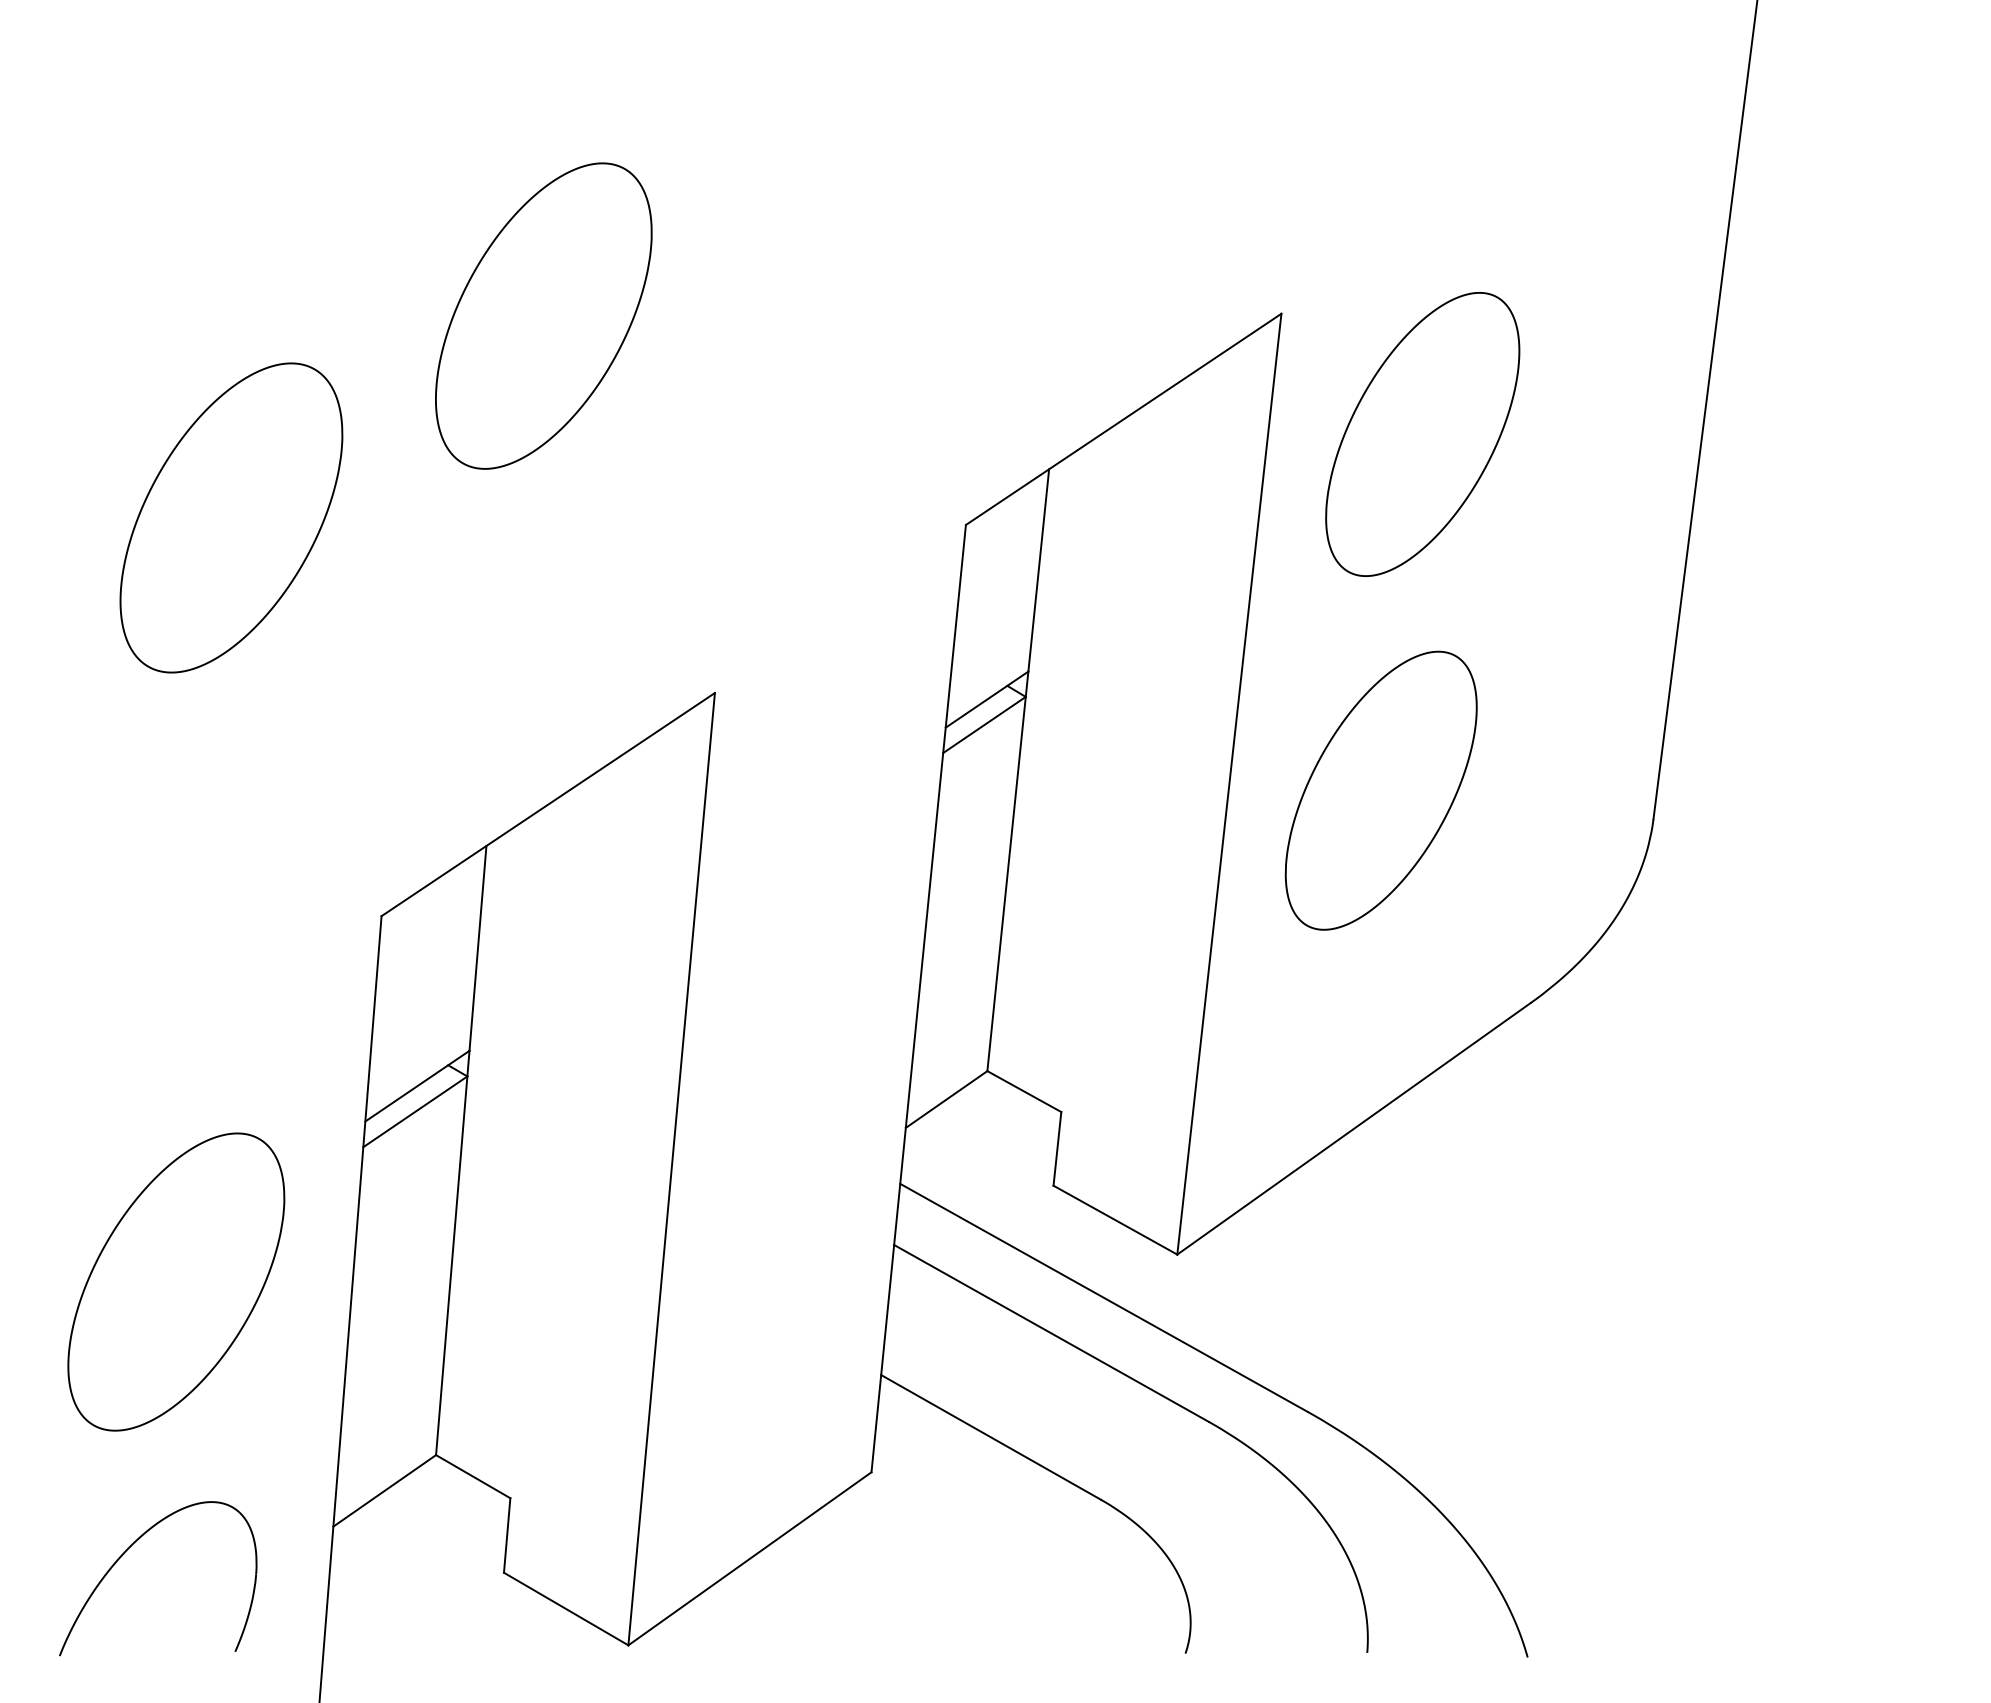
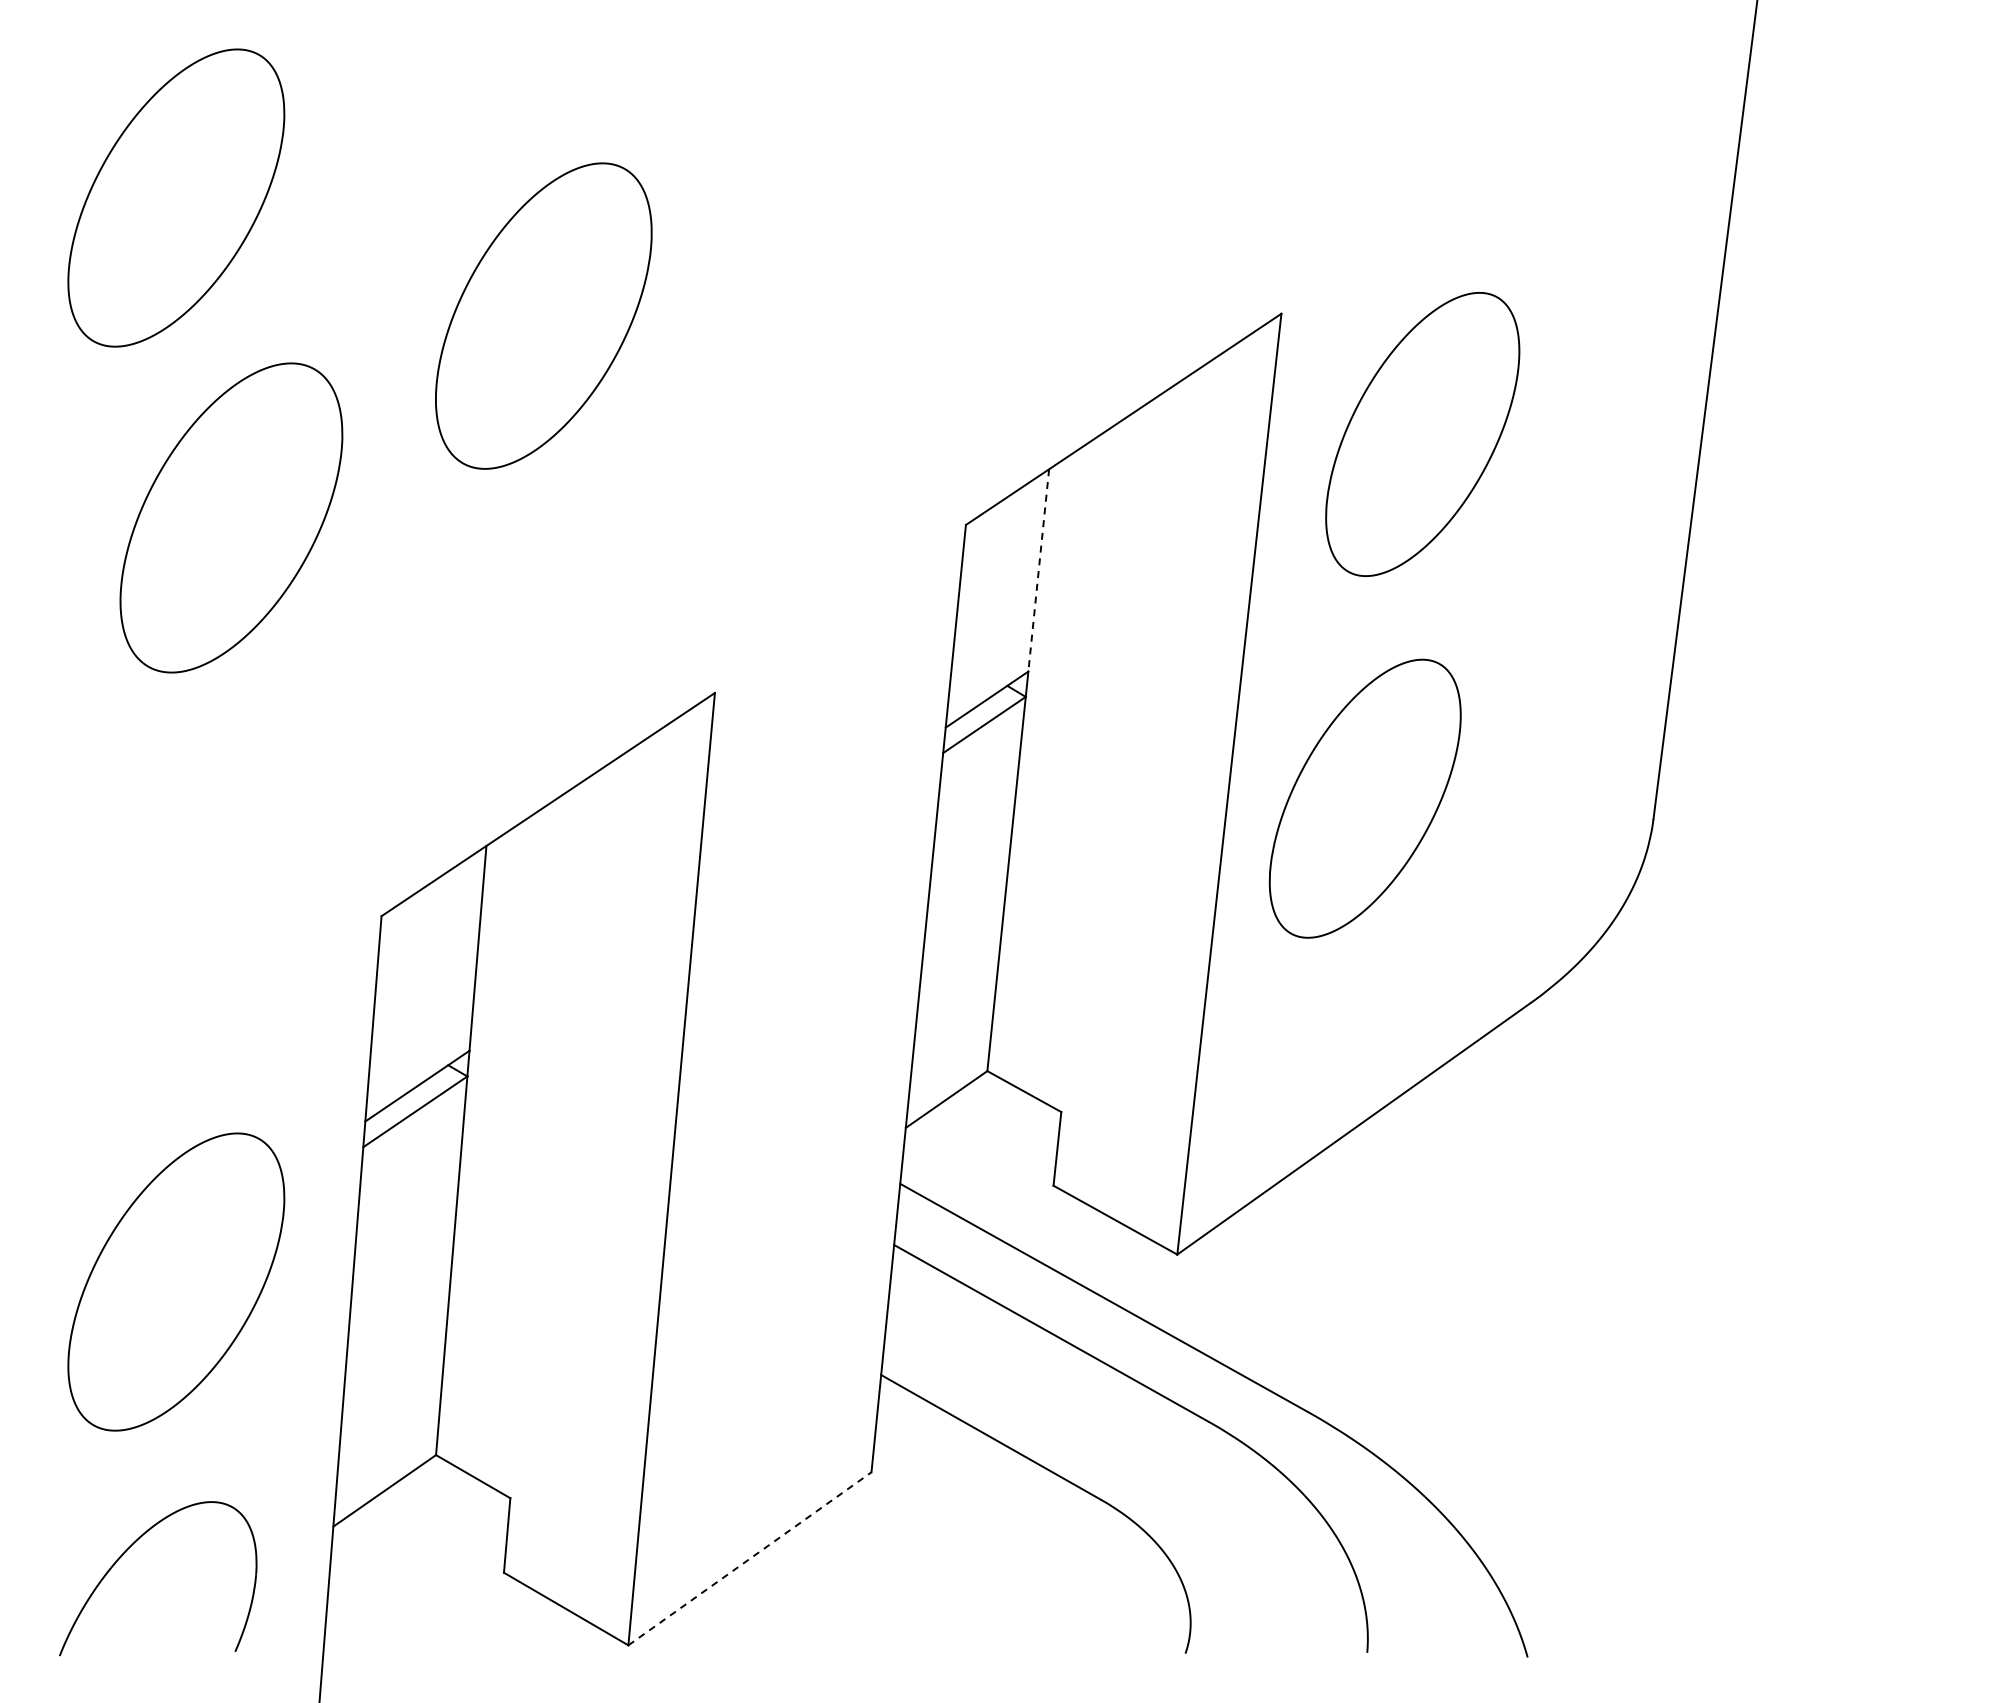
part at (176, 197): none -> present
line at (1038, 570): solid -> dashed
part at (1380, 790) position: (1380, 790) -> (1364, 798)
line at (750, 1558): solid -> dashed
